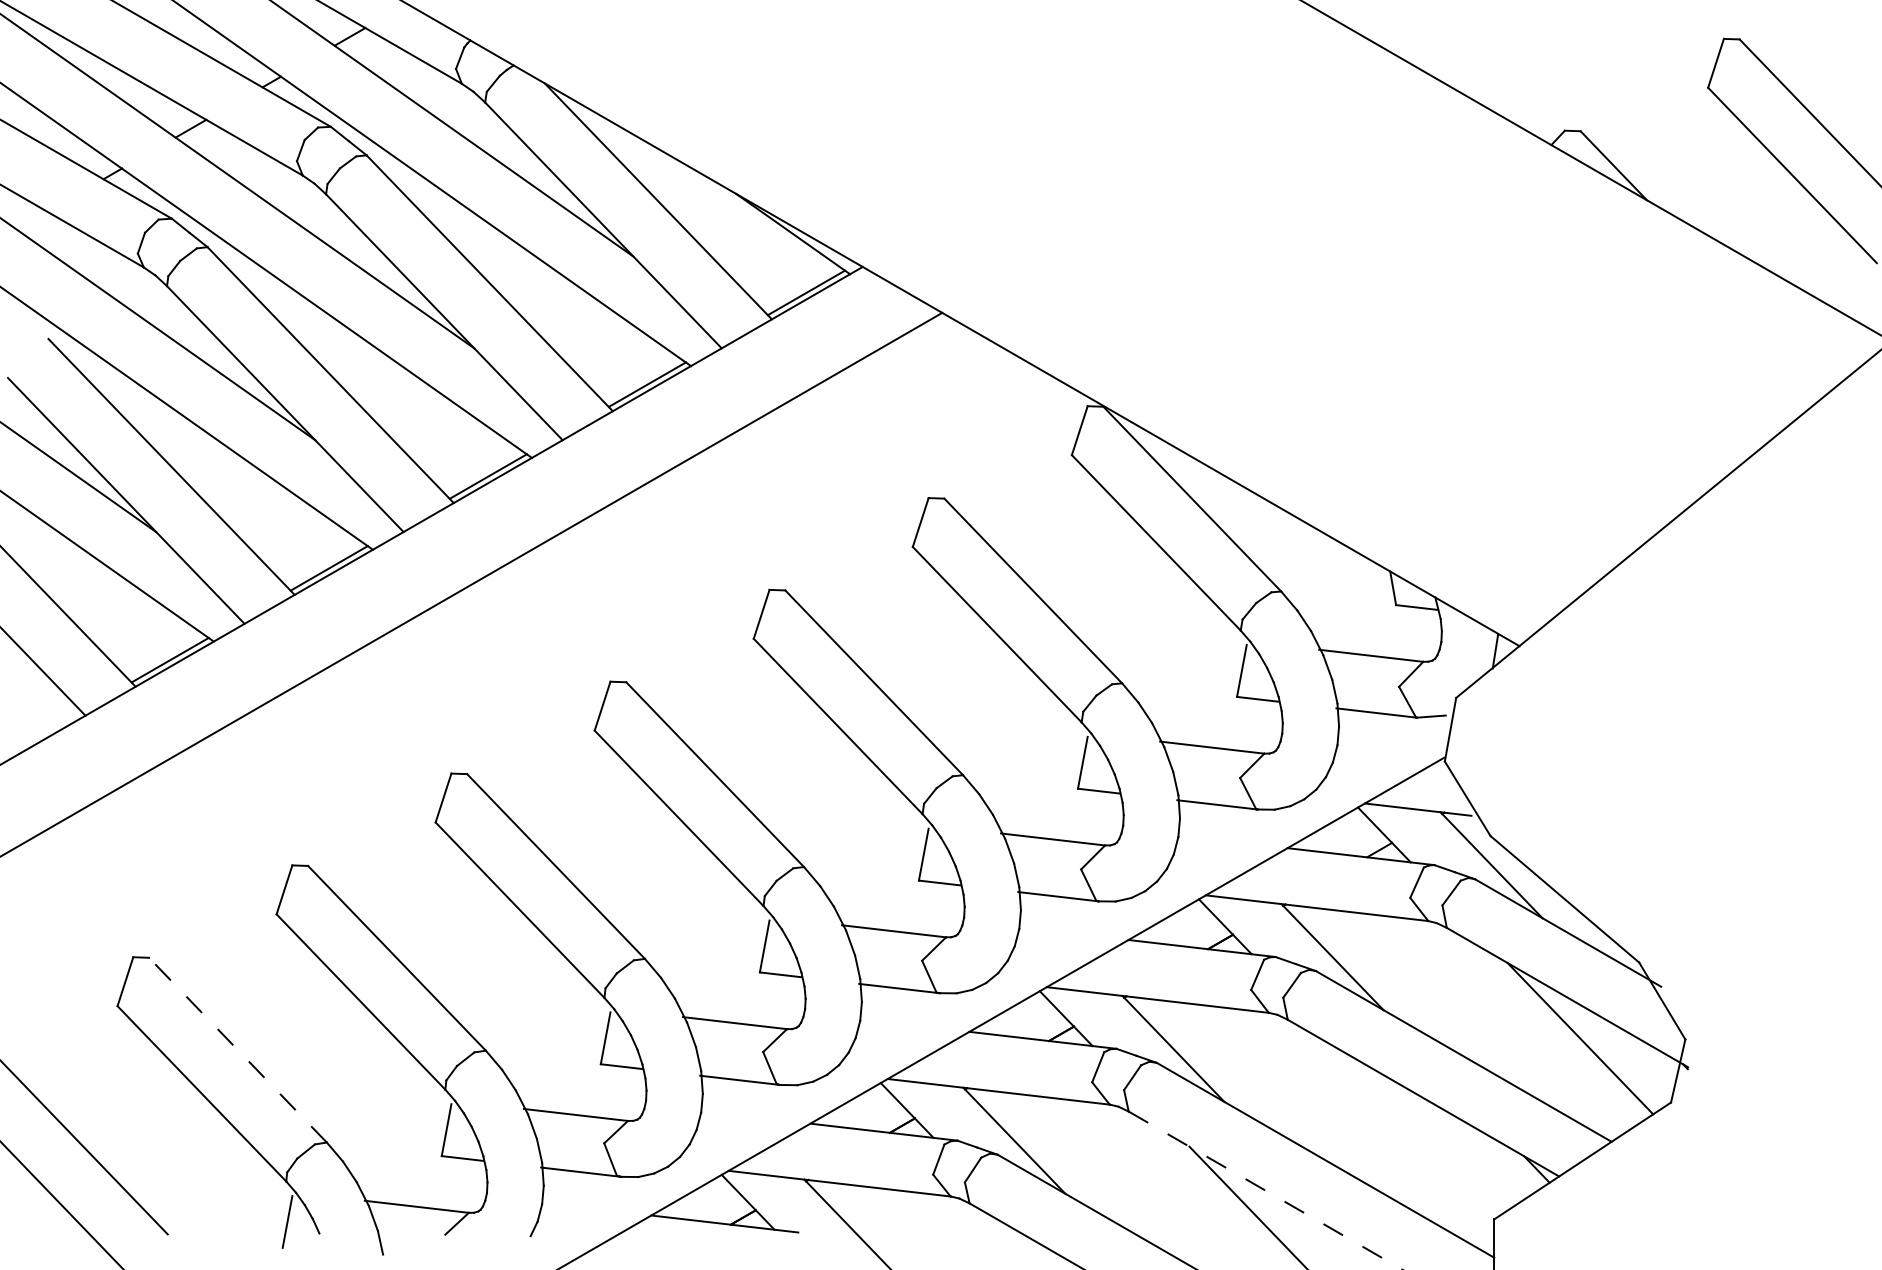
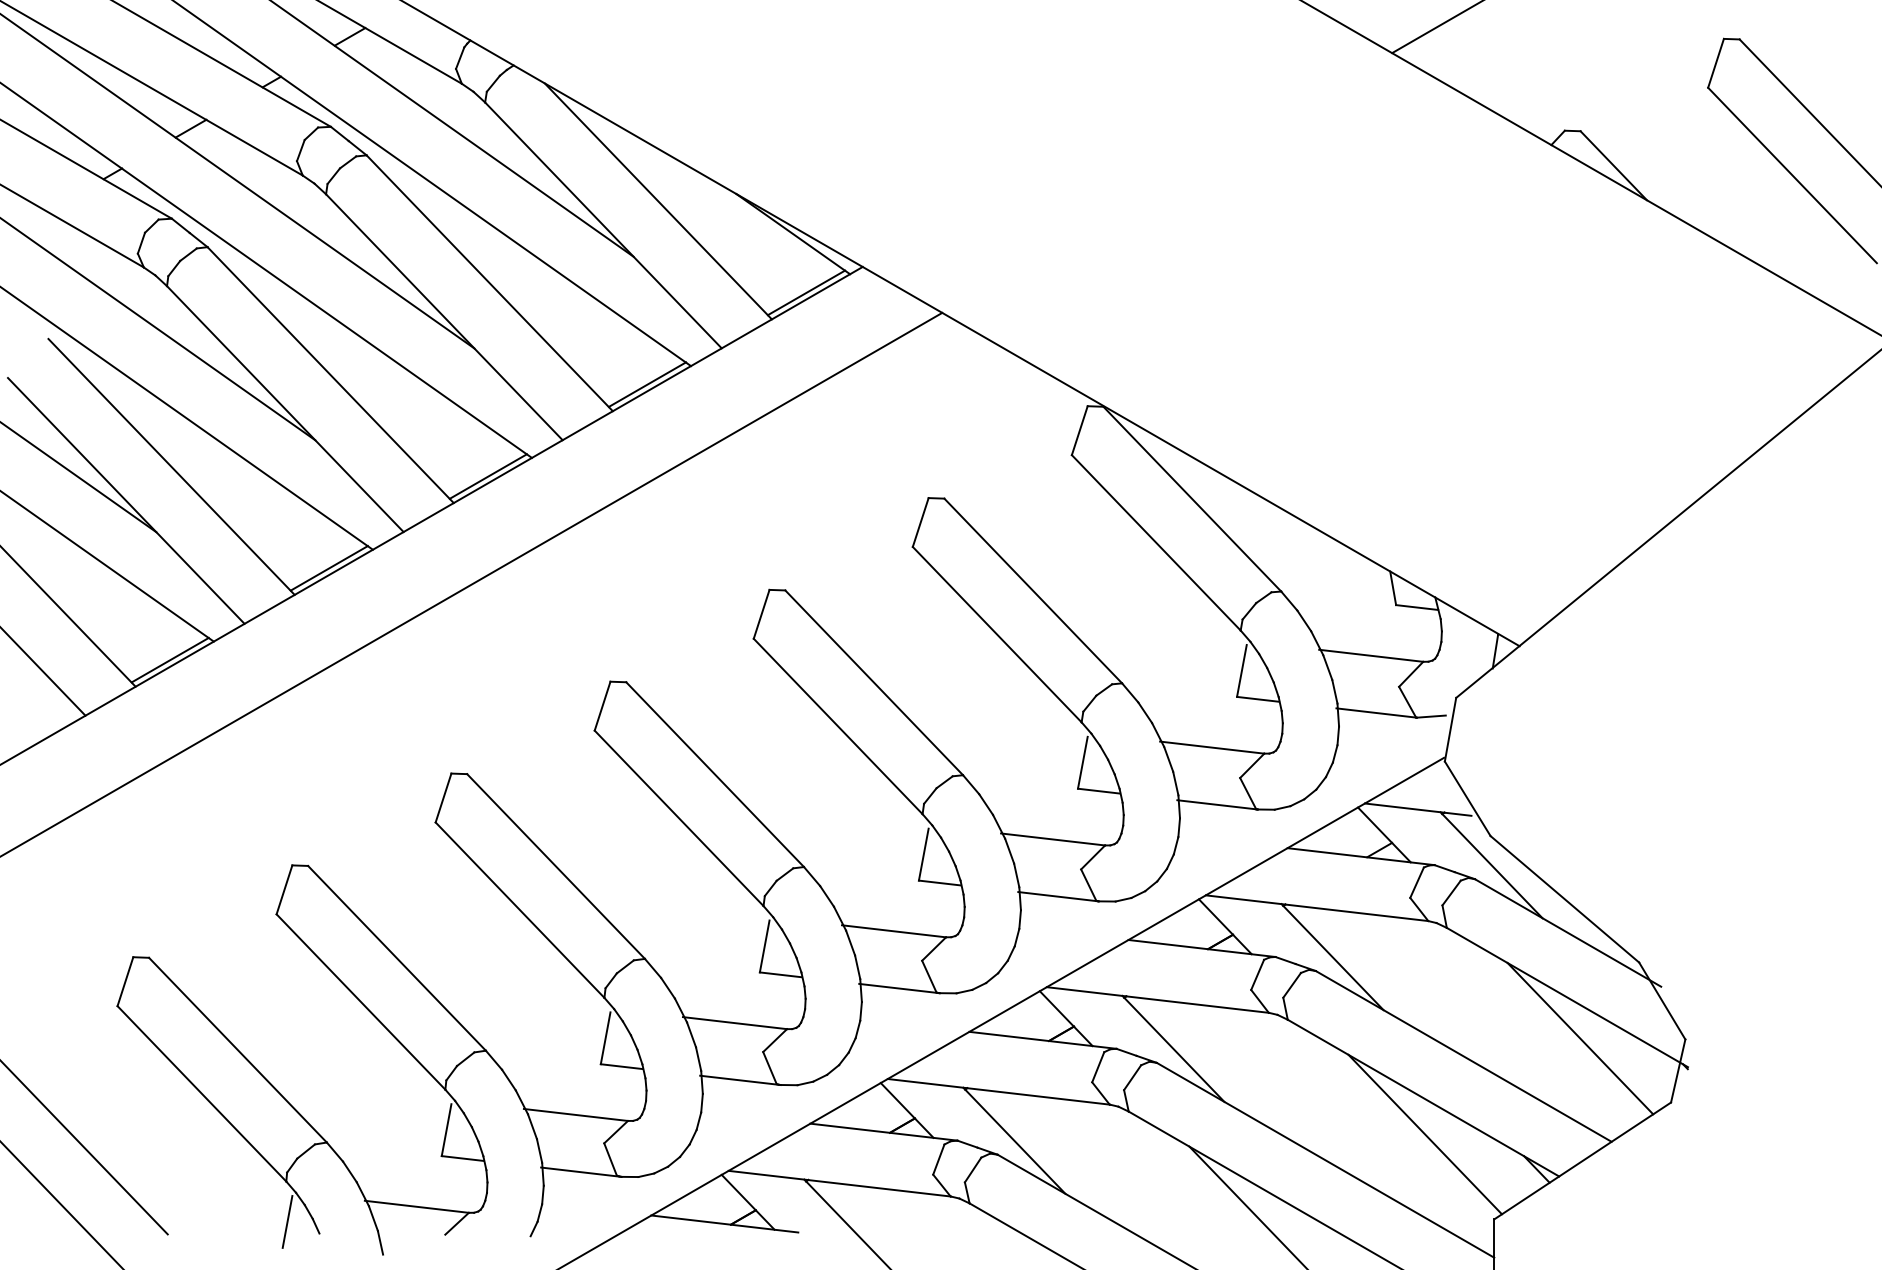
line at (1436, 27): none -> present
line at (237, 1049): dashed -> solid
line at (1424, 1134): none -> present
line at (1266, 1190): dashed -> solid
